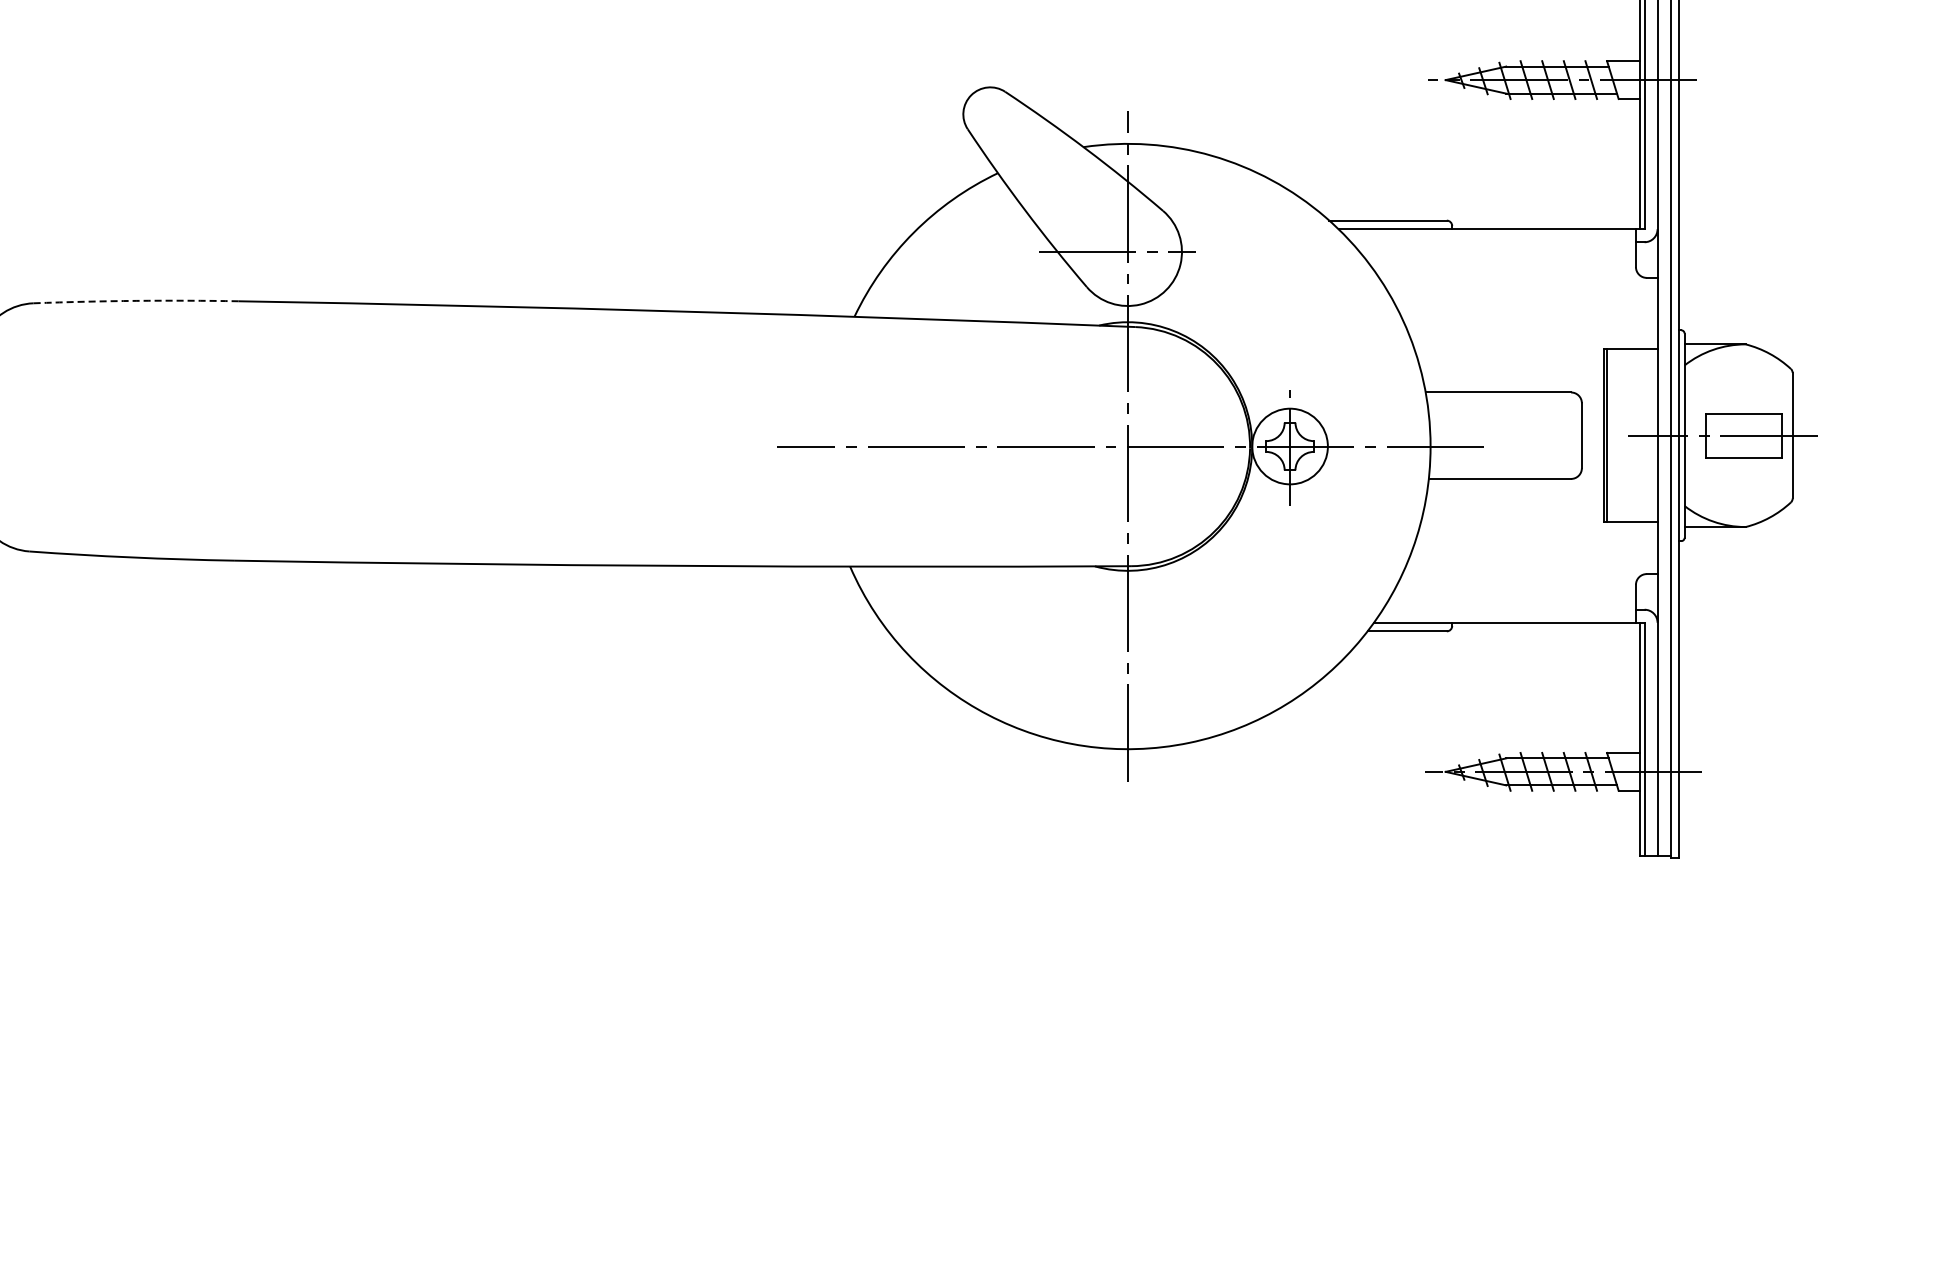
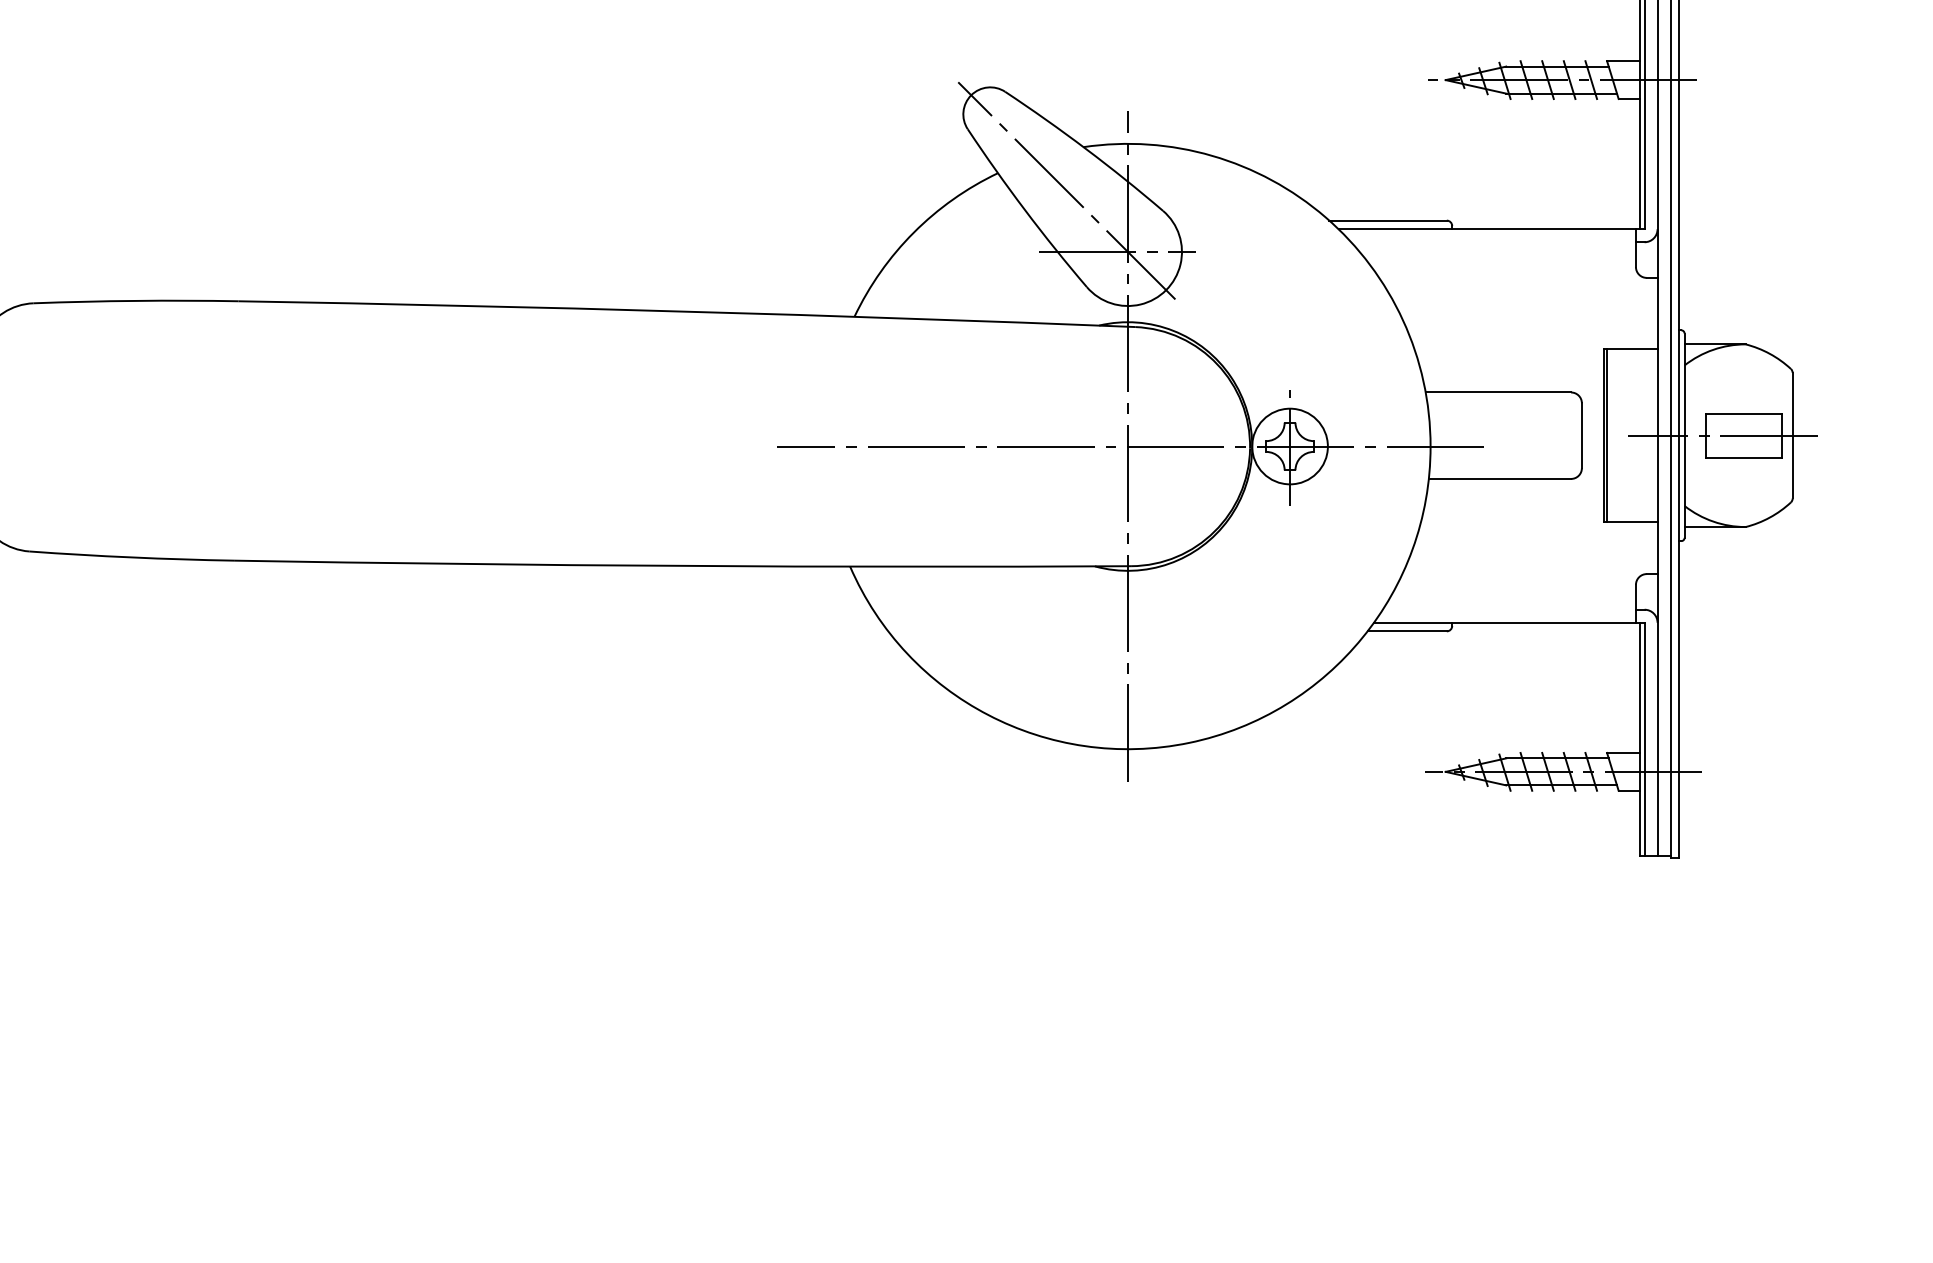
line at (1066, 190): none -> present
arc at (136, 300): dashed -> solid
